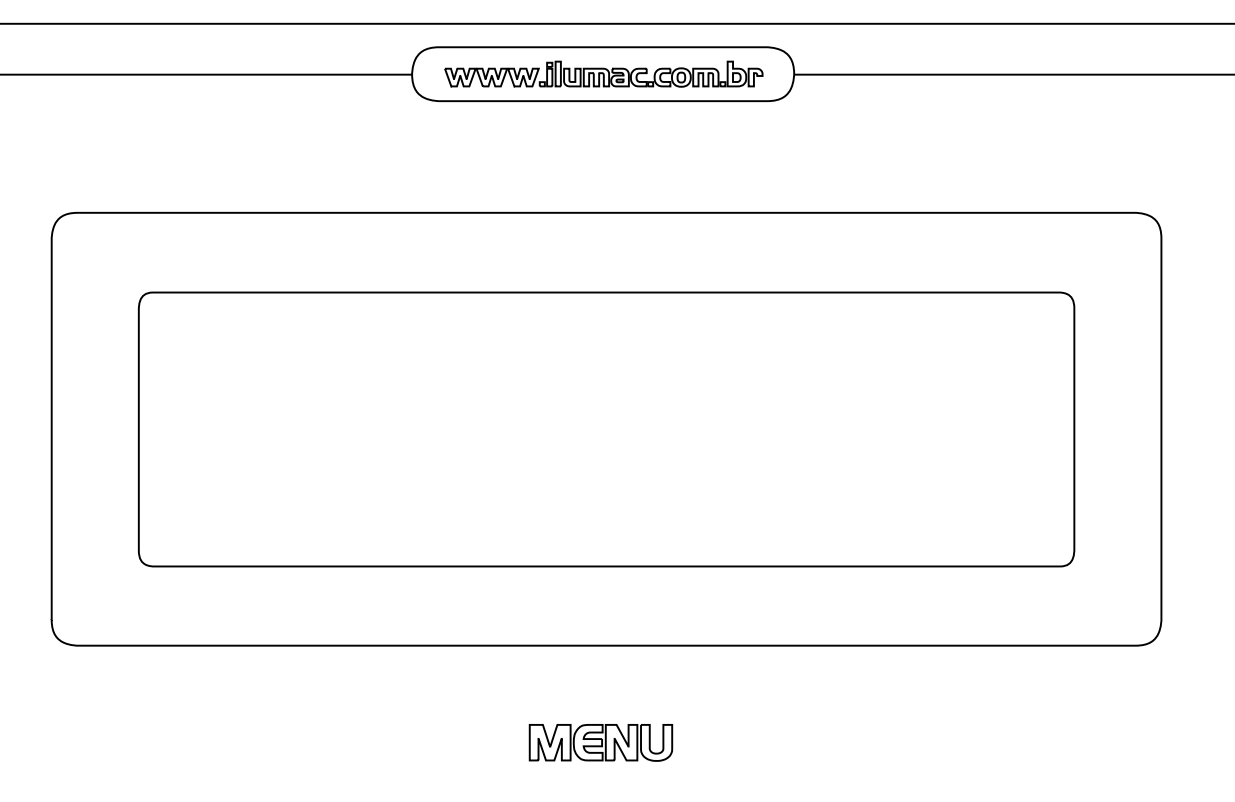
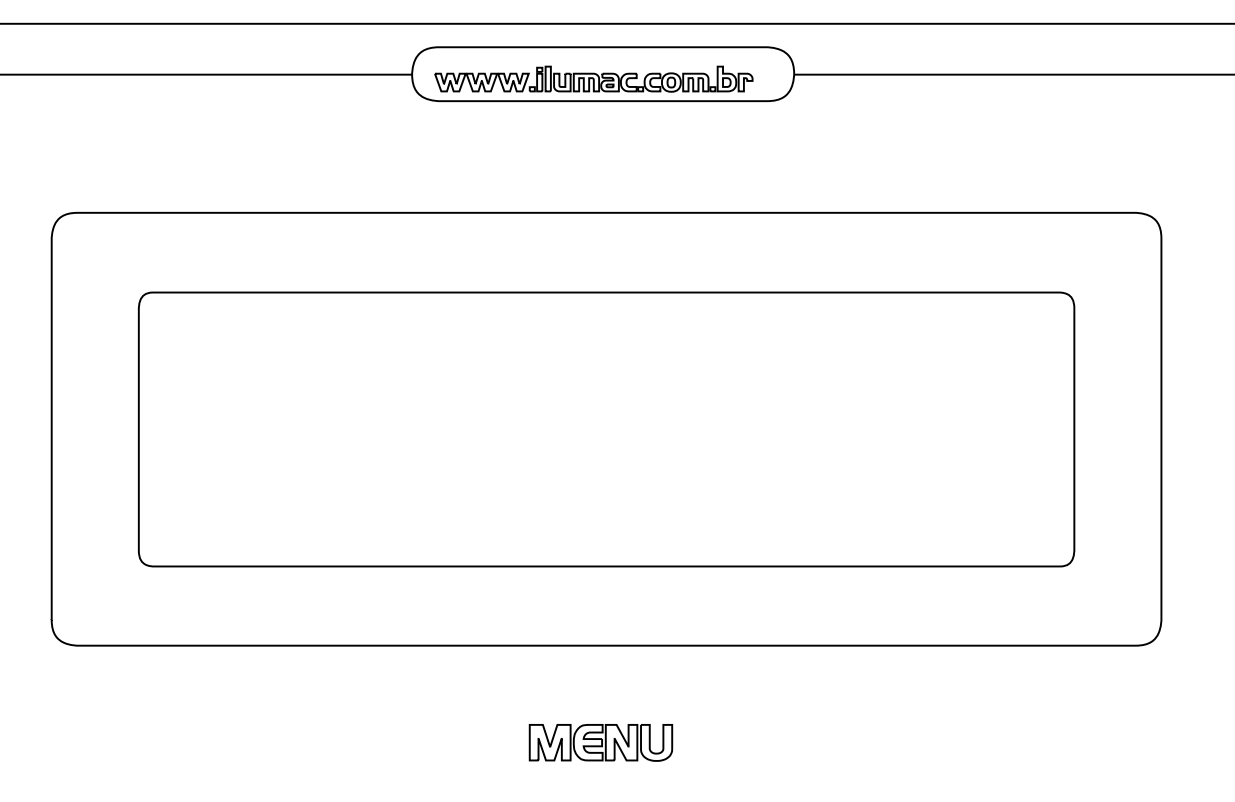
part at (603, 73) position: (603, 73) -> (593, 78)
